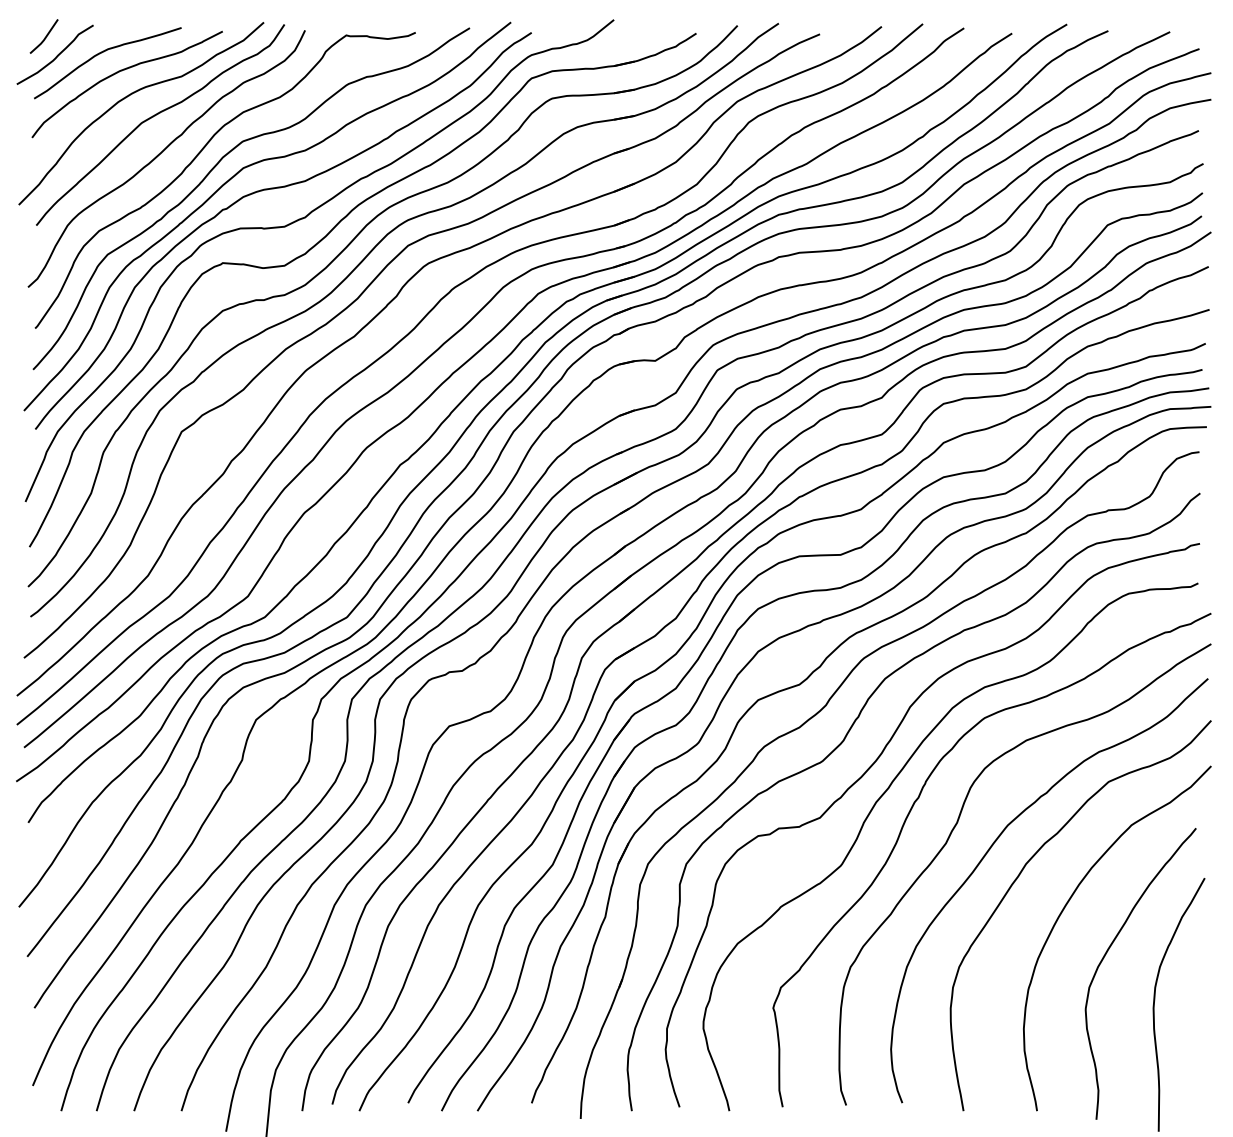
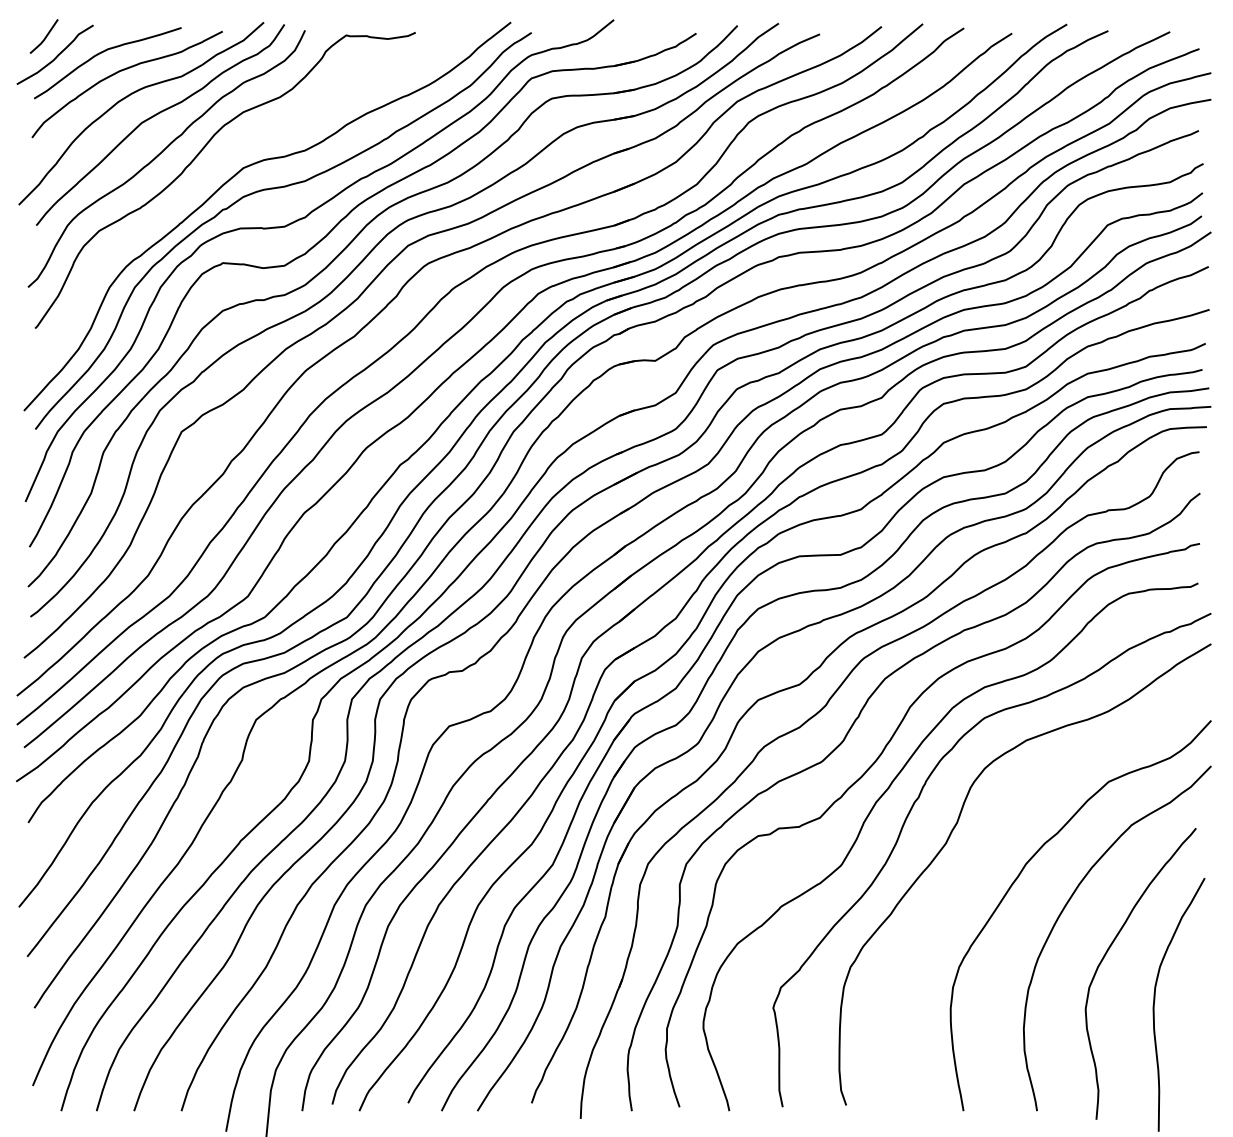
curve at (218, 164): present -> none
curve at (991, 848): present -> none
